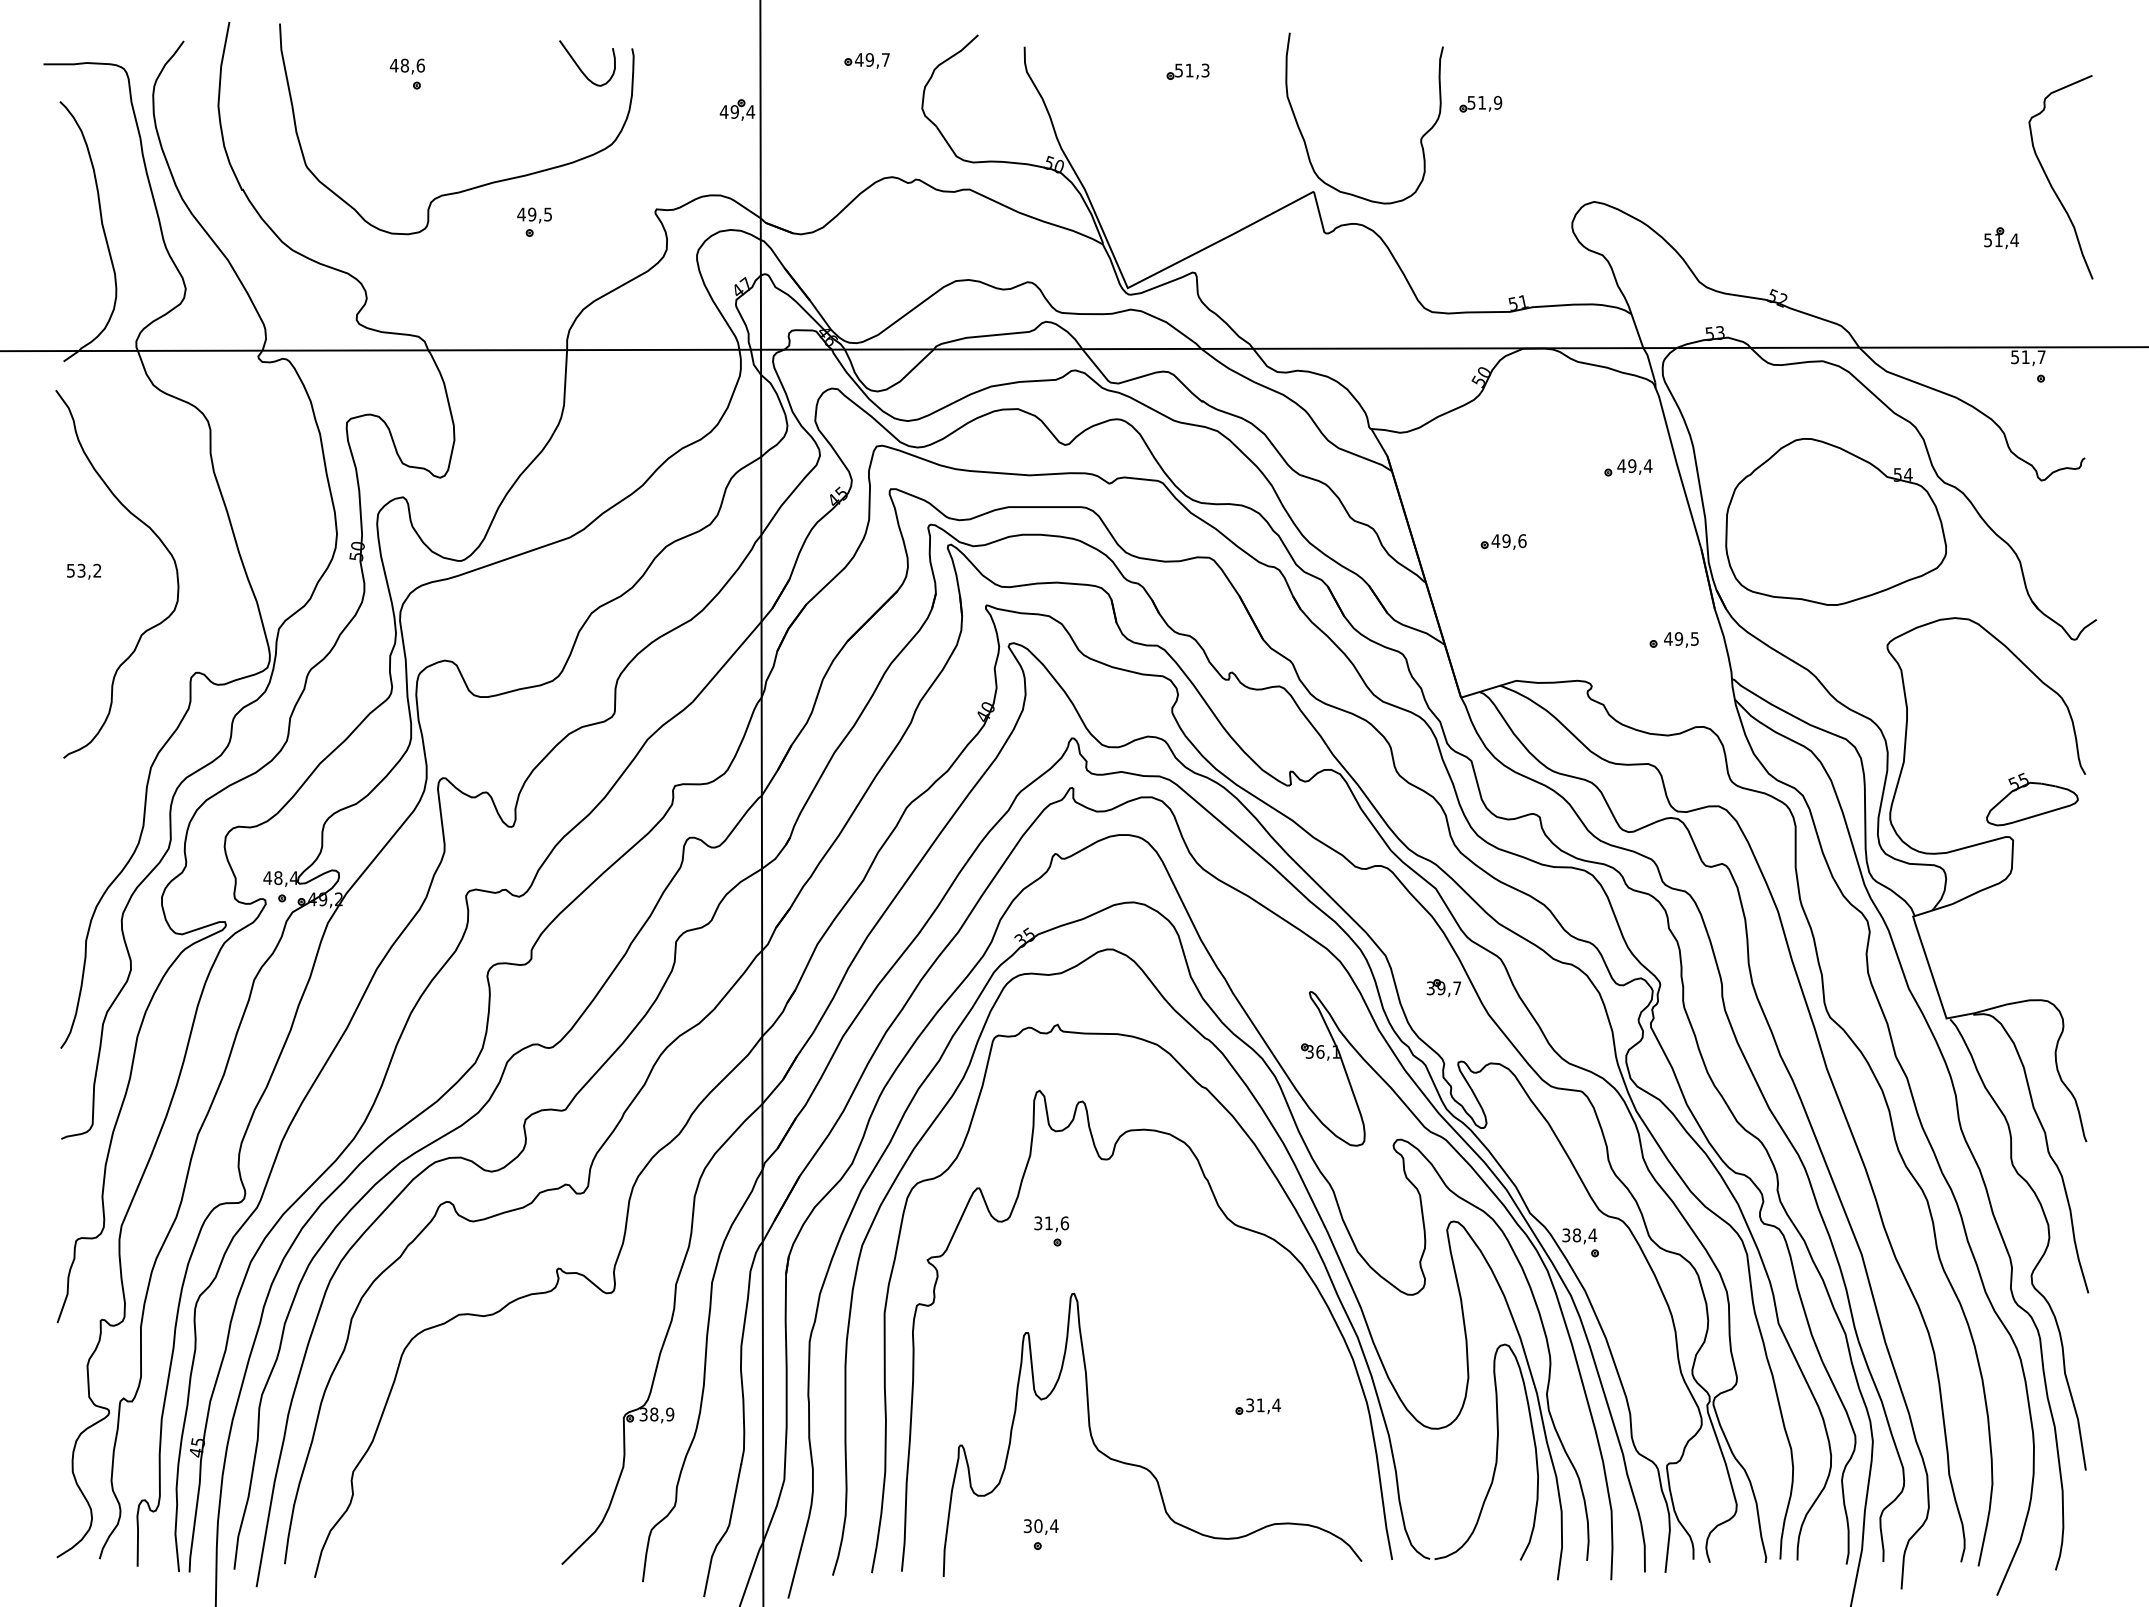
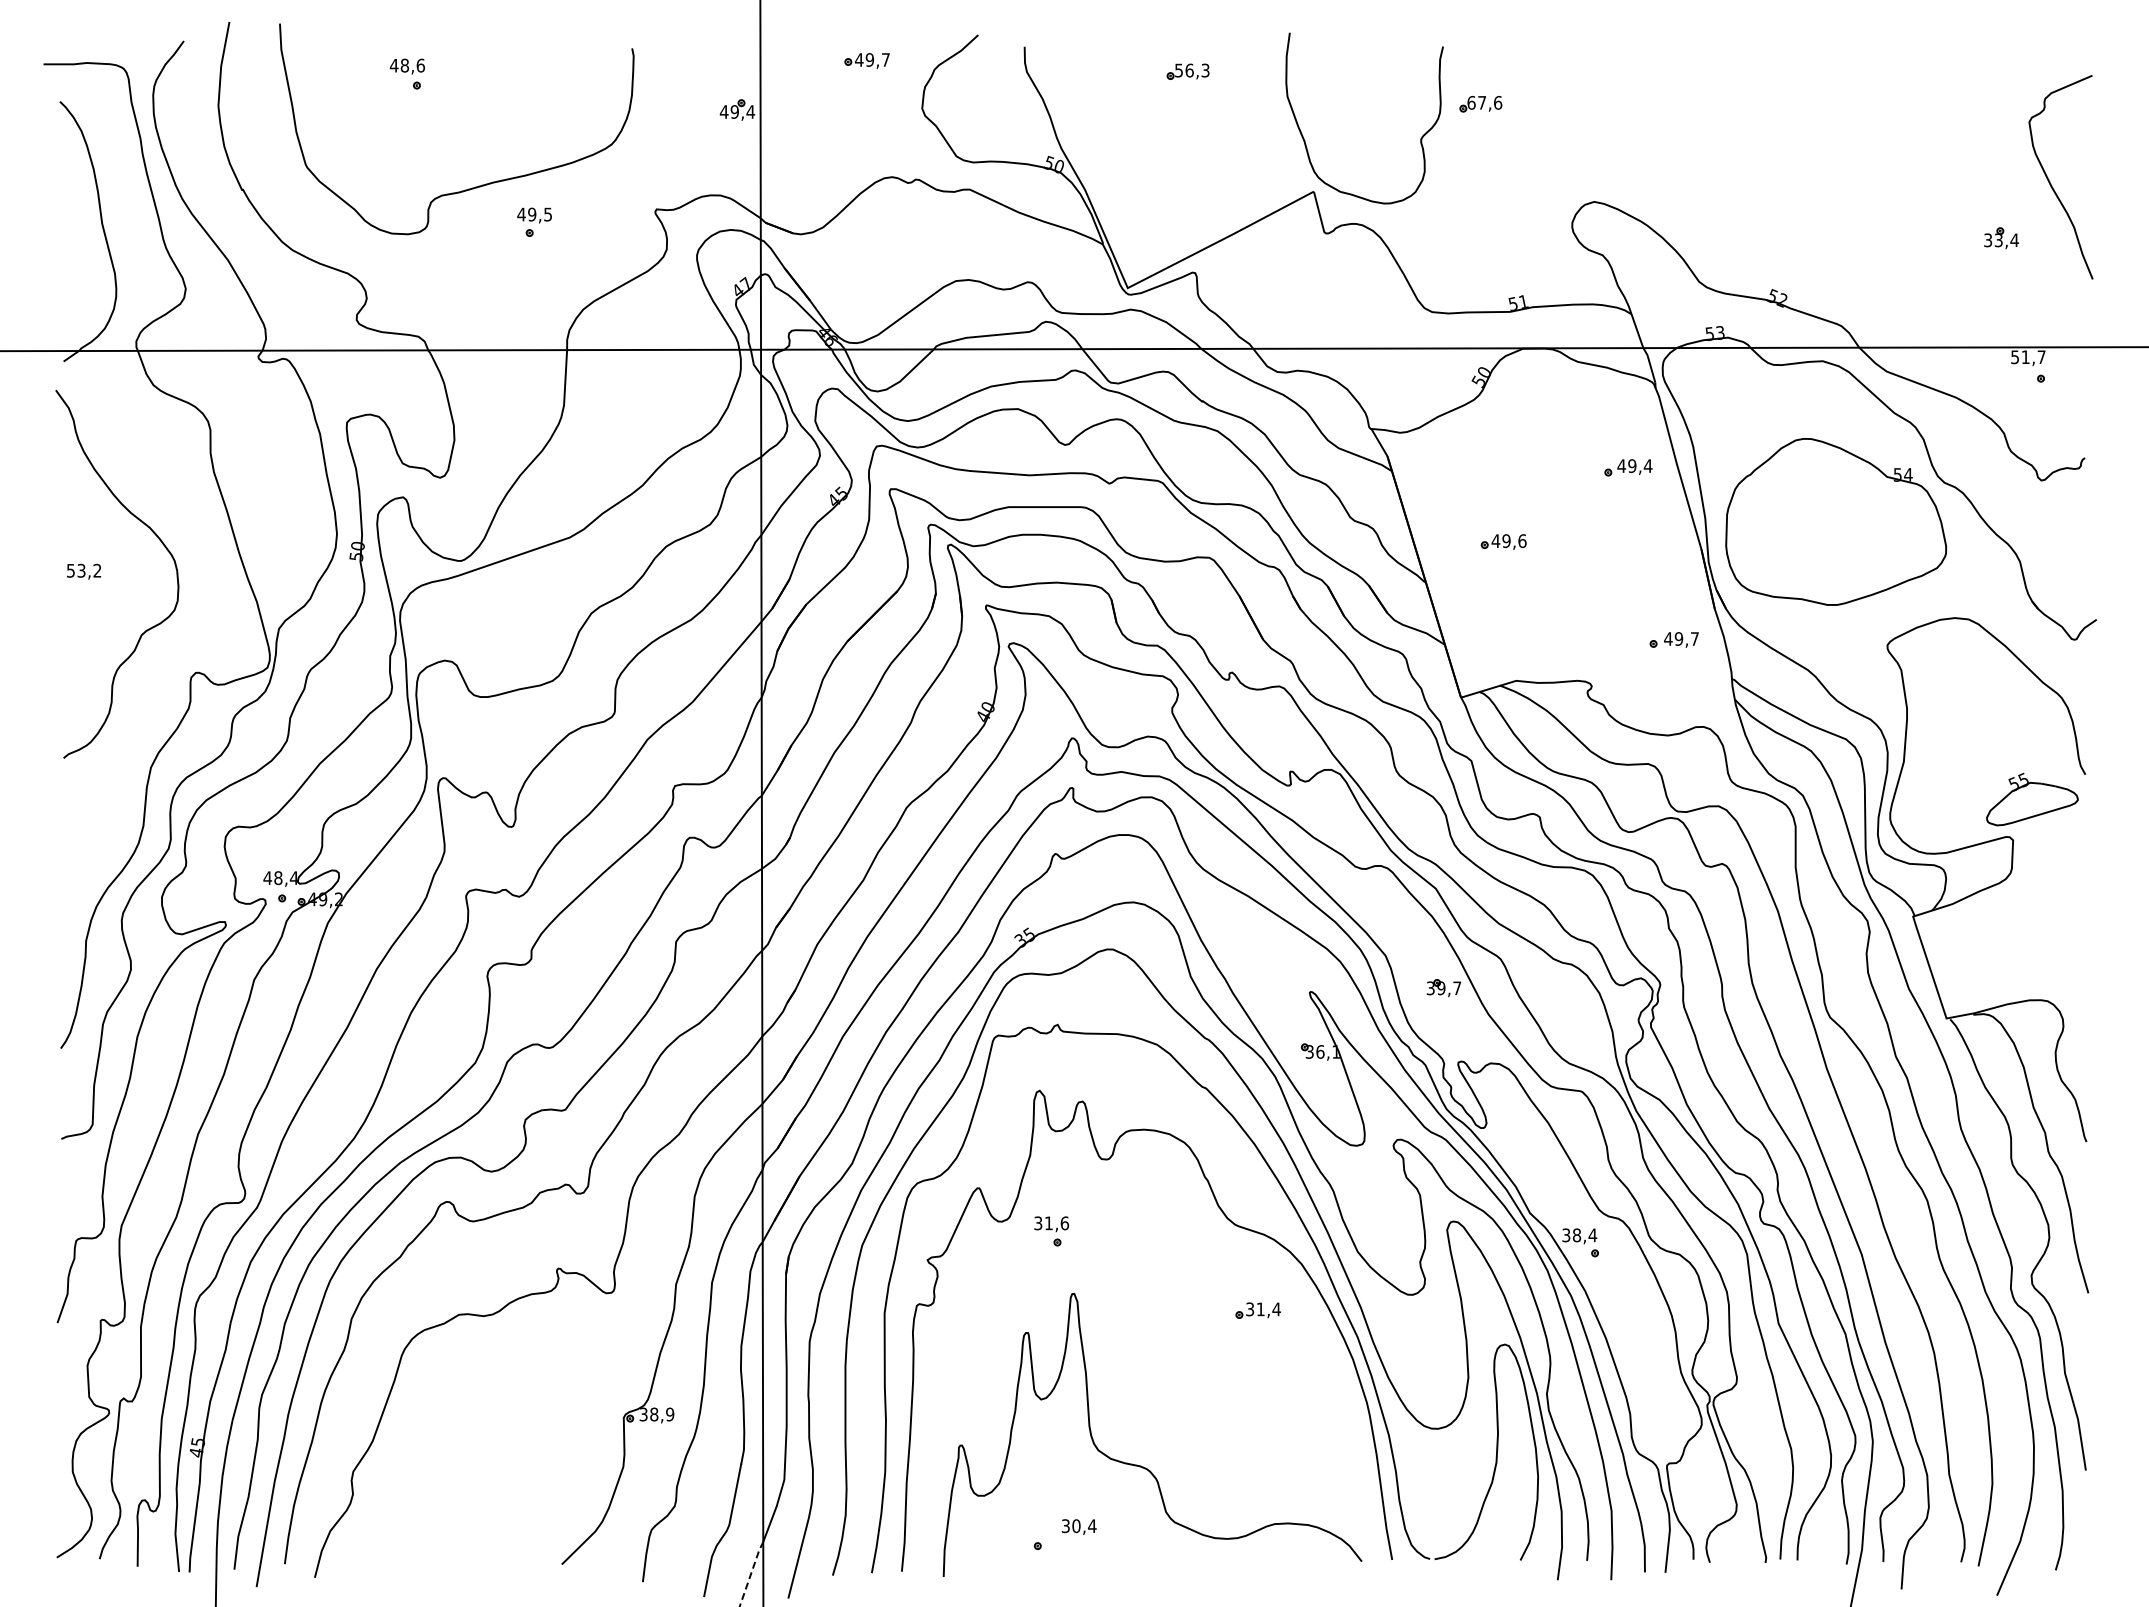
curve at (581, 69): present -> none
text at (1189, 70): 51,3 -> 56,3
text at (1484, 102): 51,9 -> 67,6
text at (1993, 240): 51,4 -> 33,4
text at (1694, 638): 49,5 -> 49,7
part at (1257, 1406) position: (1257, 1406) -> (1257, 1310)
text at (1040, 1526) position: (1040, 1526) -> (1078, 1526)
line at (751, 1573): solid -> dashed
